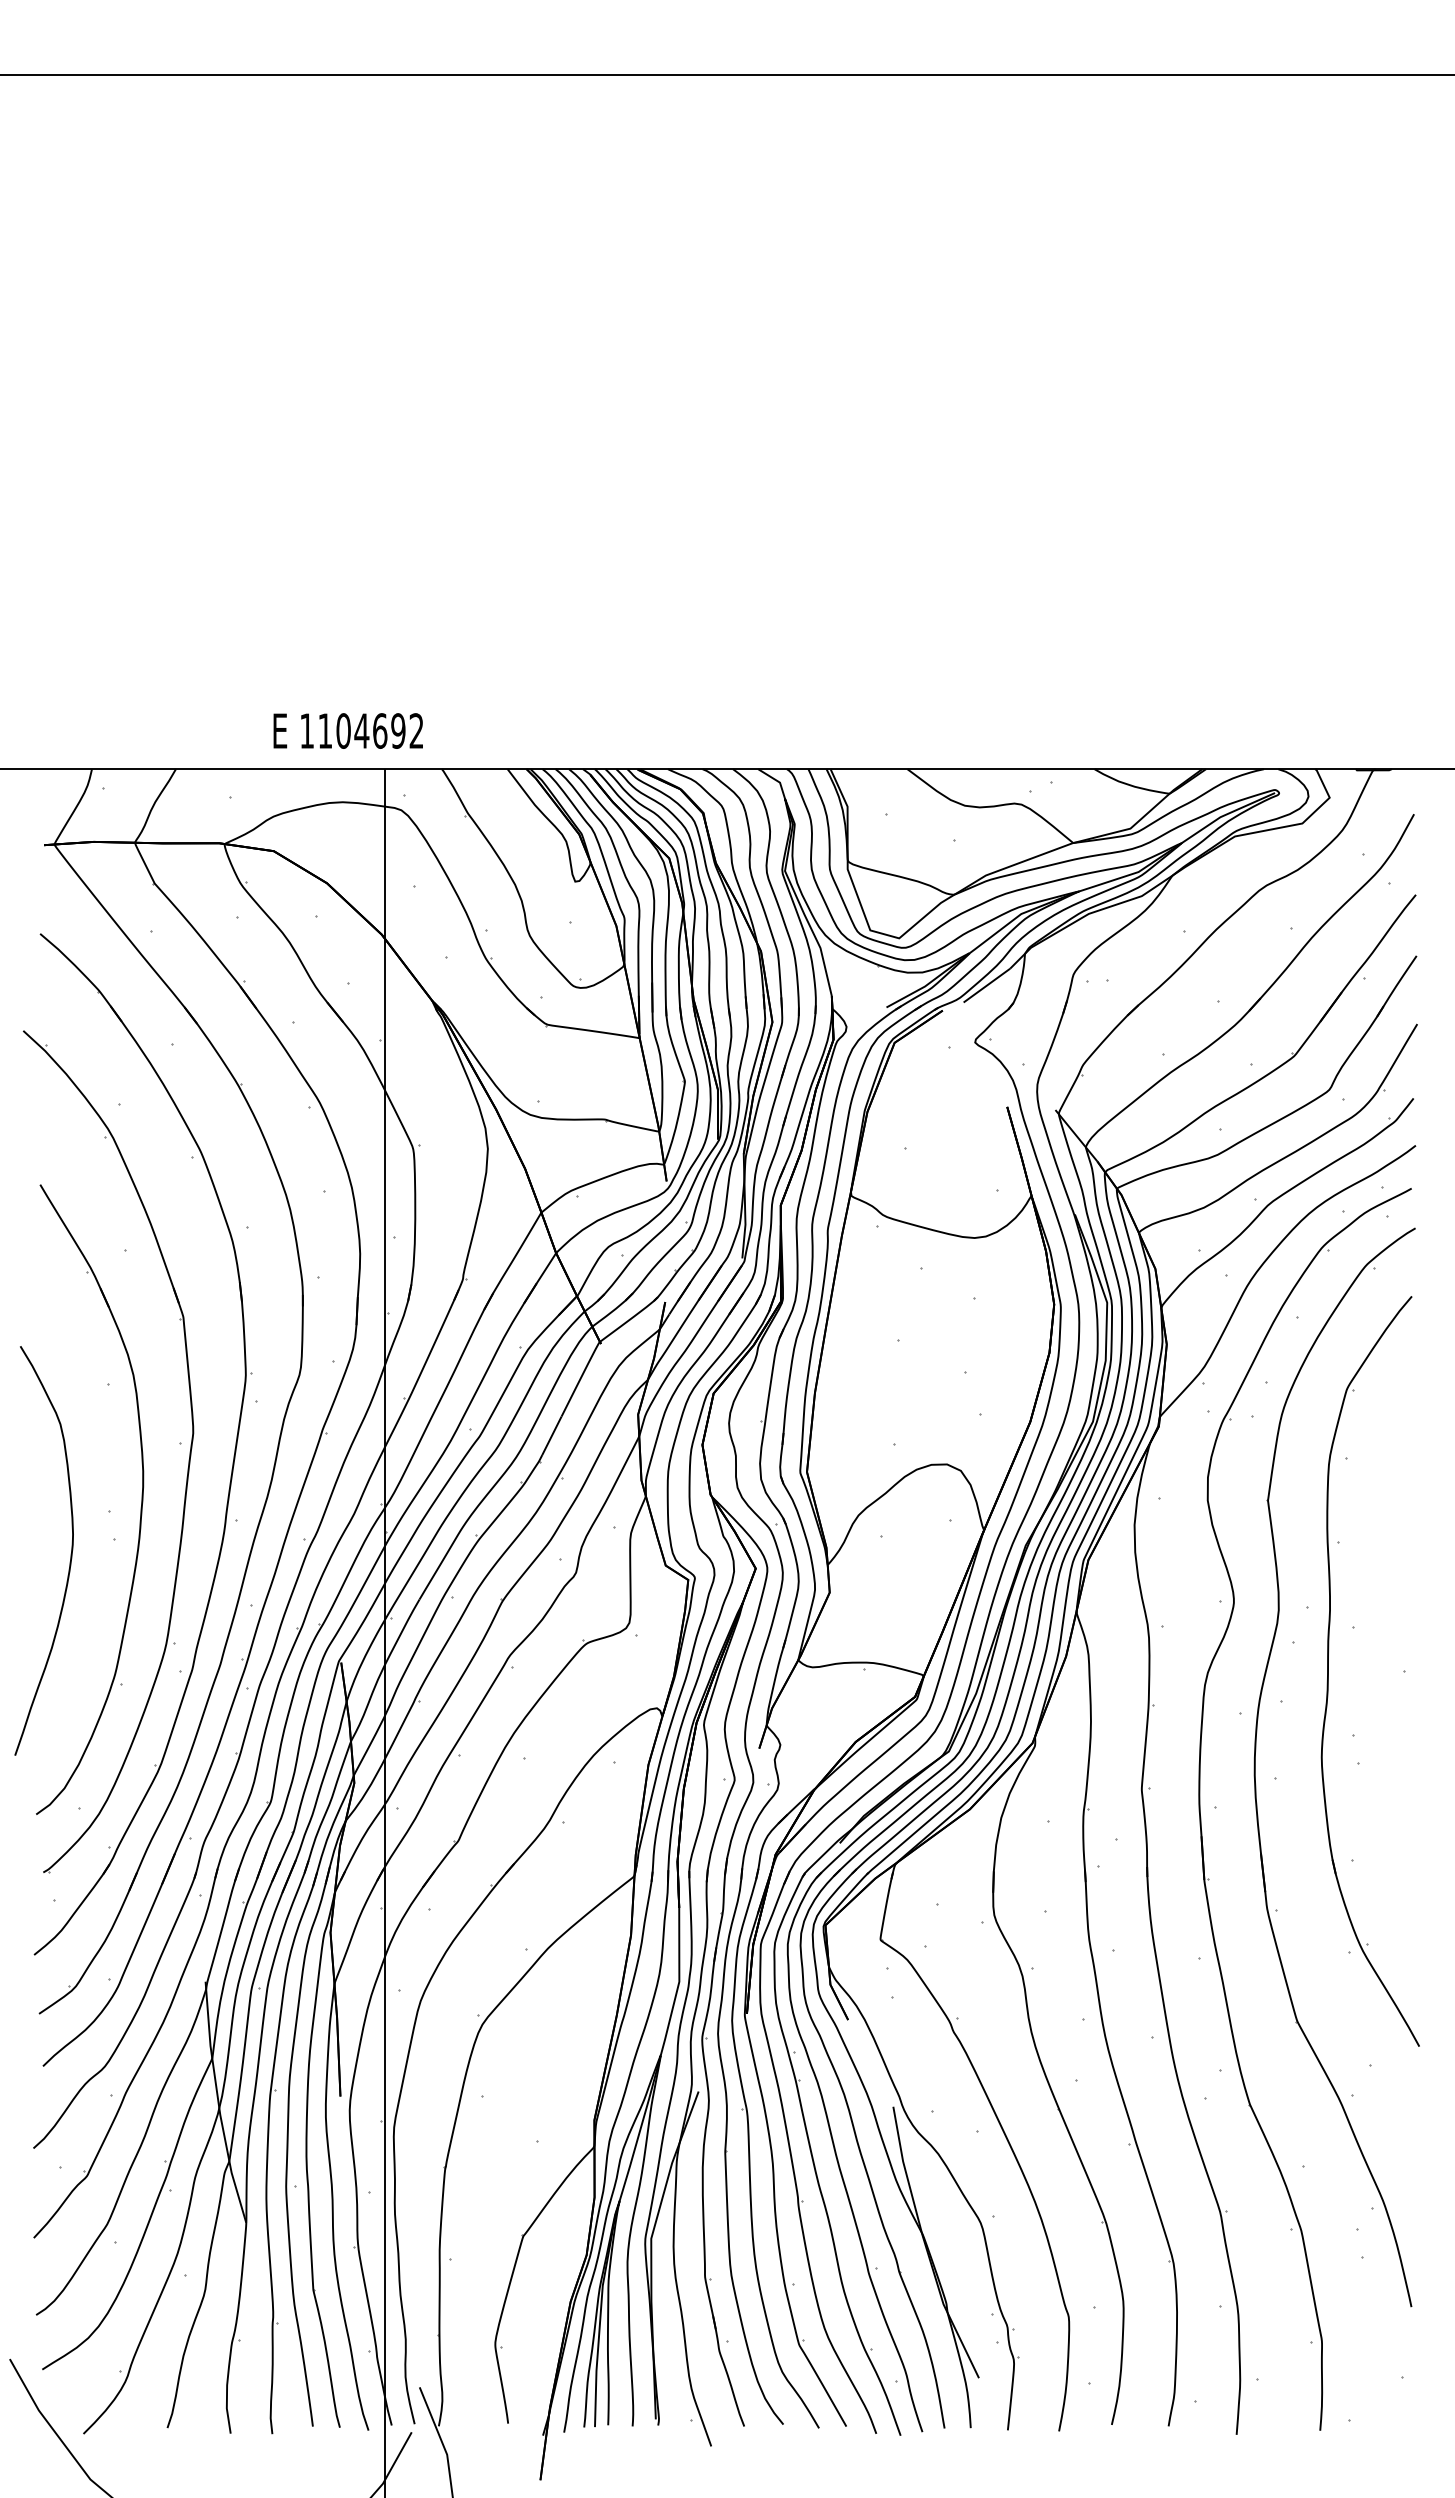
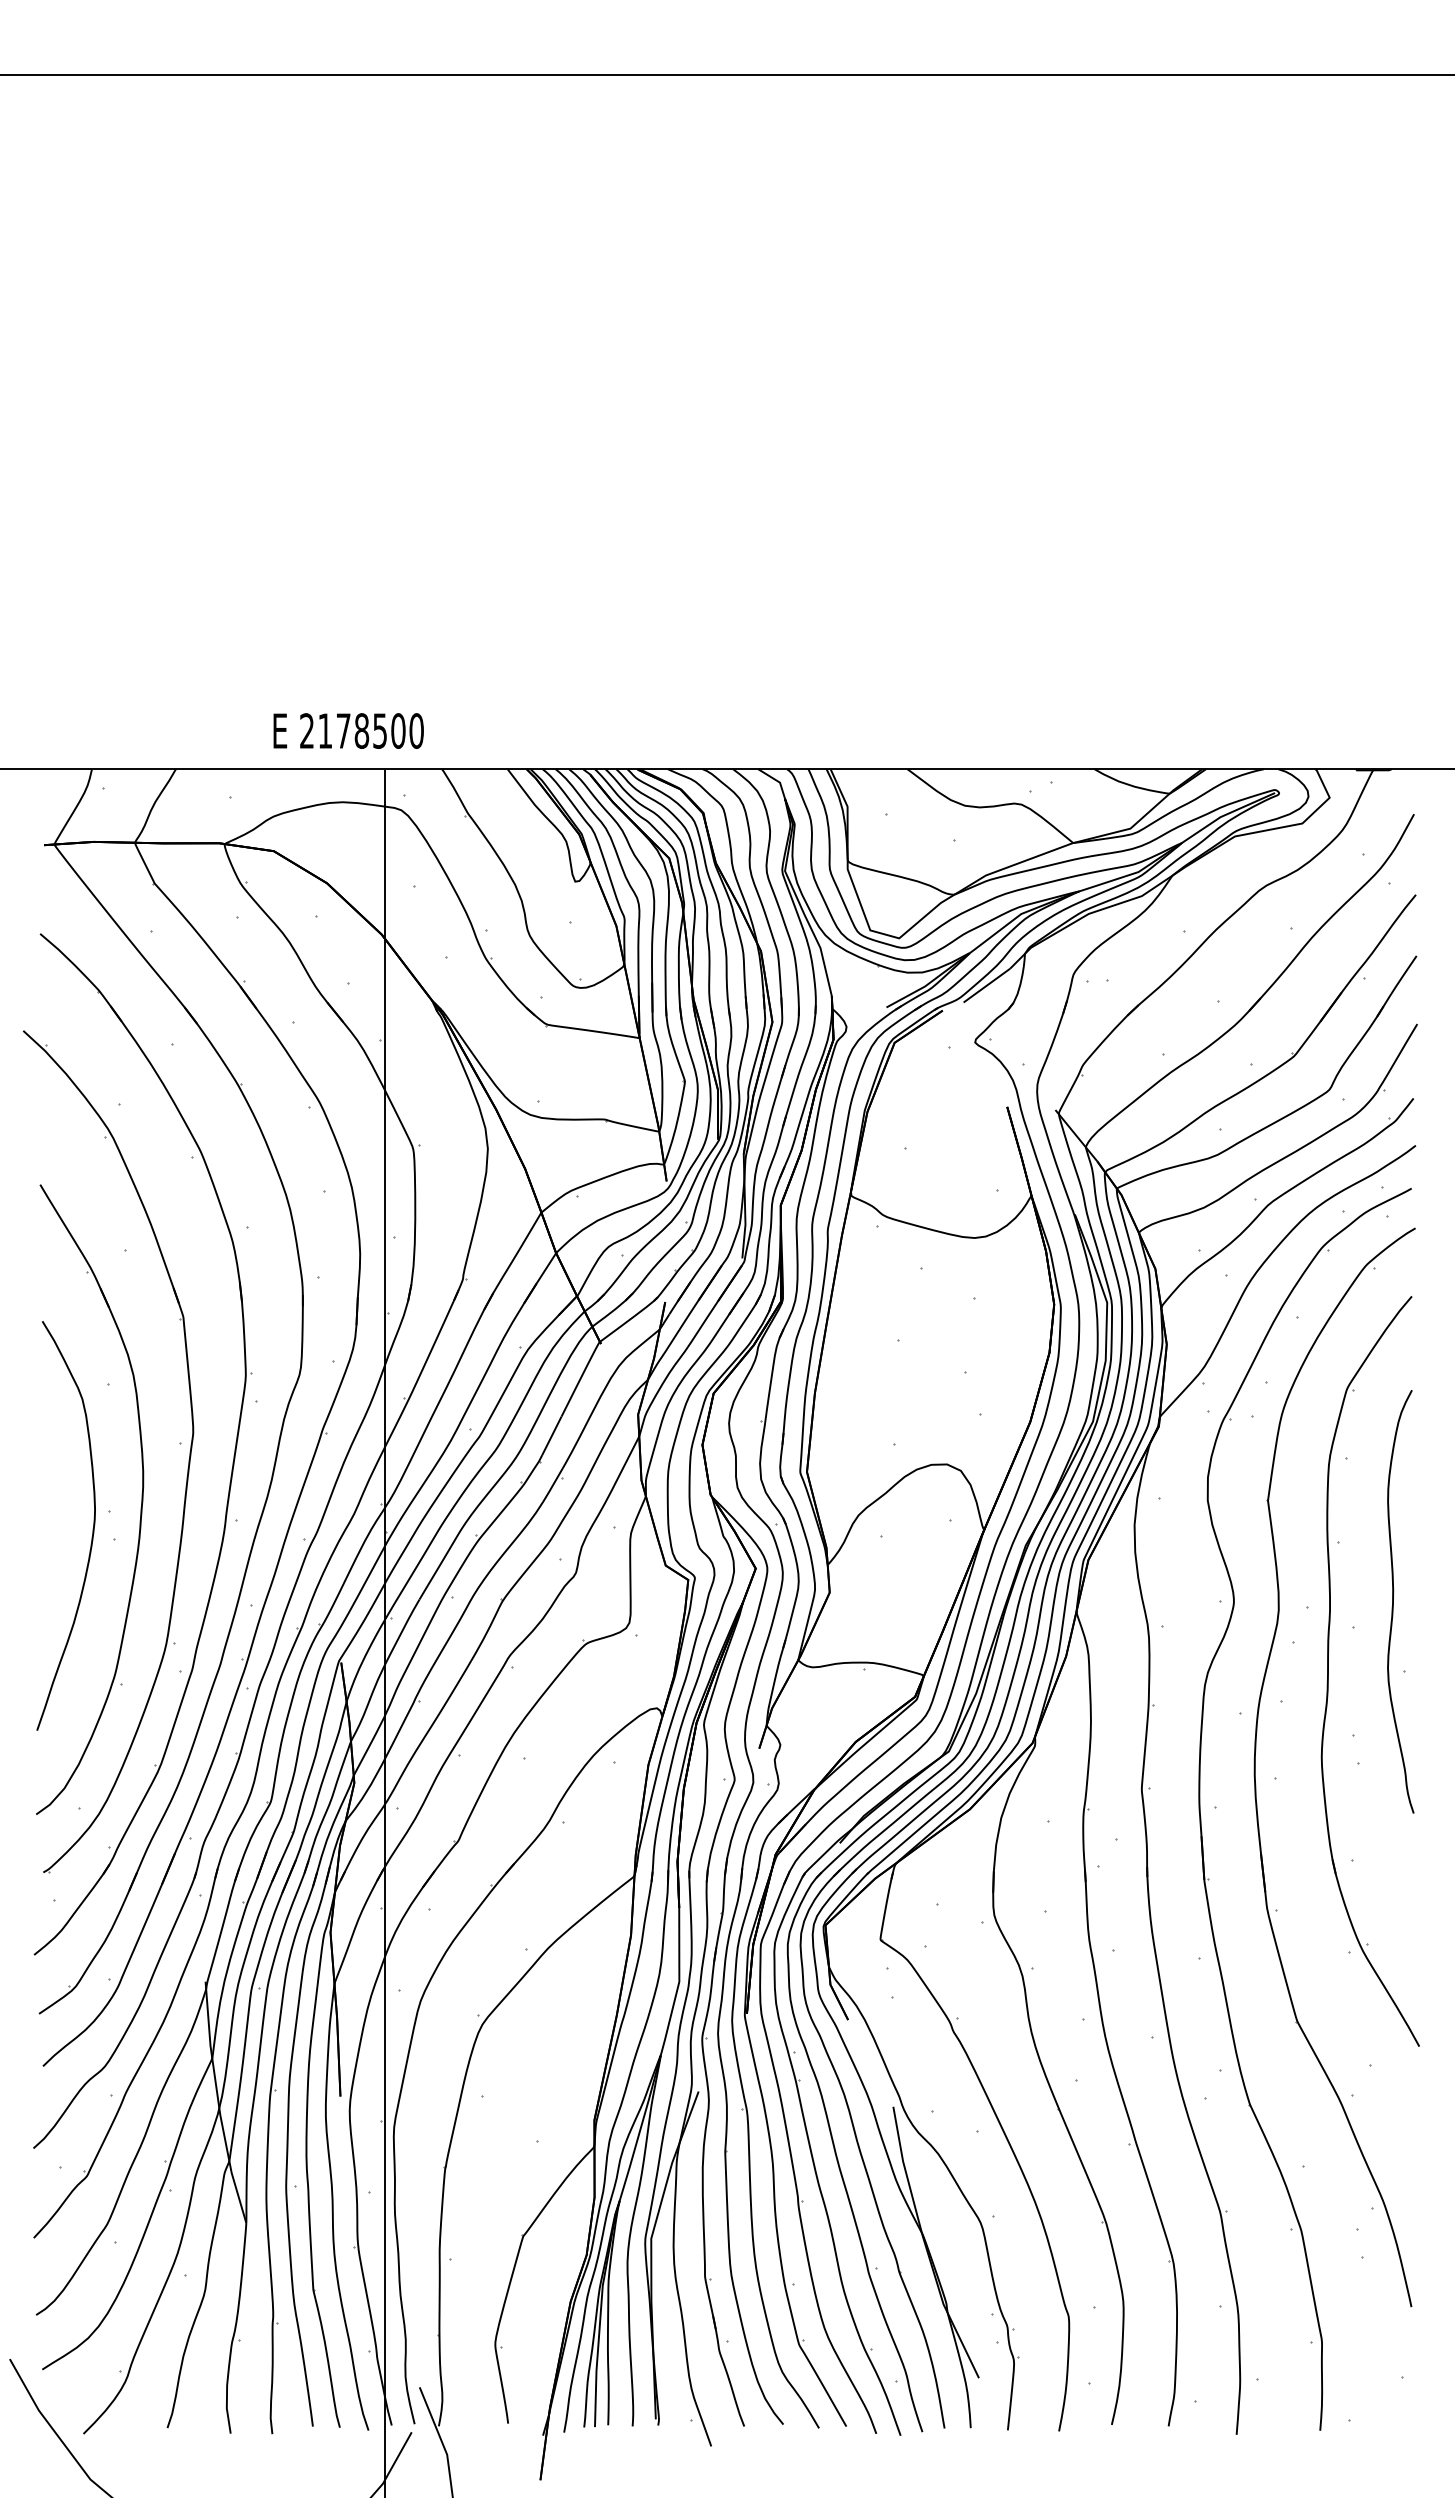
text at (361, 730): 1104692 -> 2178500
curve at (70, 1553) position: (70, 1553) -> (92, 1528)
curve at (1393, 1601): none -> present
